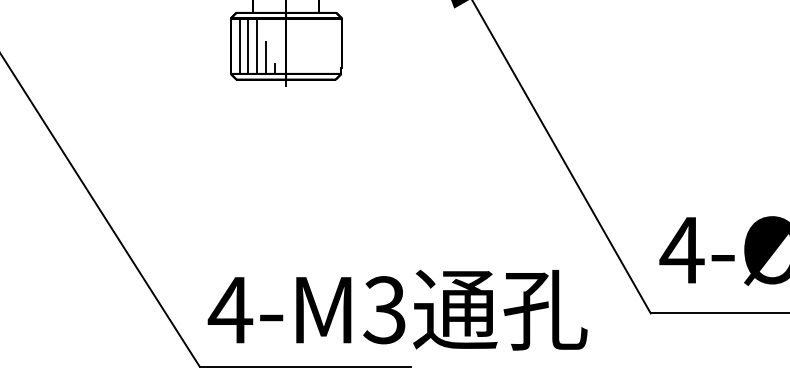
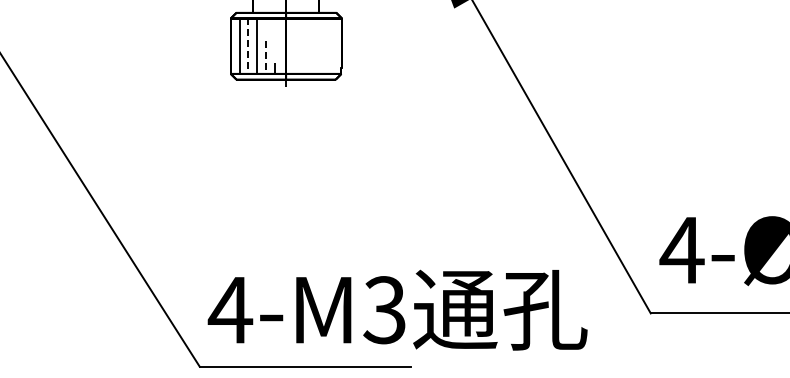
line at (248, 46): solid -> dashed
line at (266, 57): solid -> dashed
